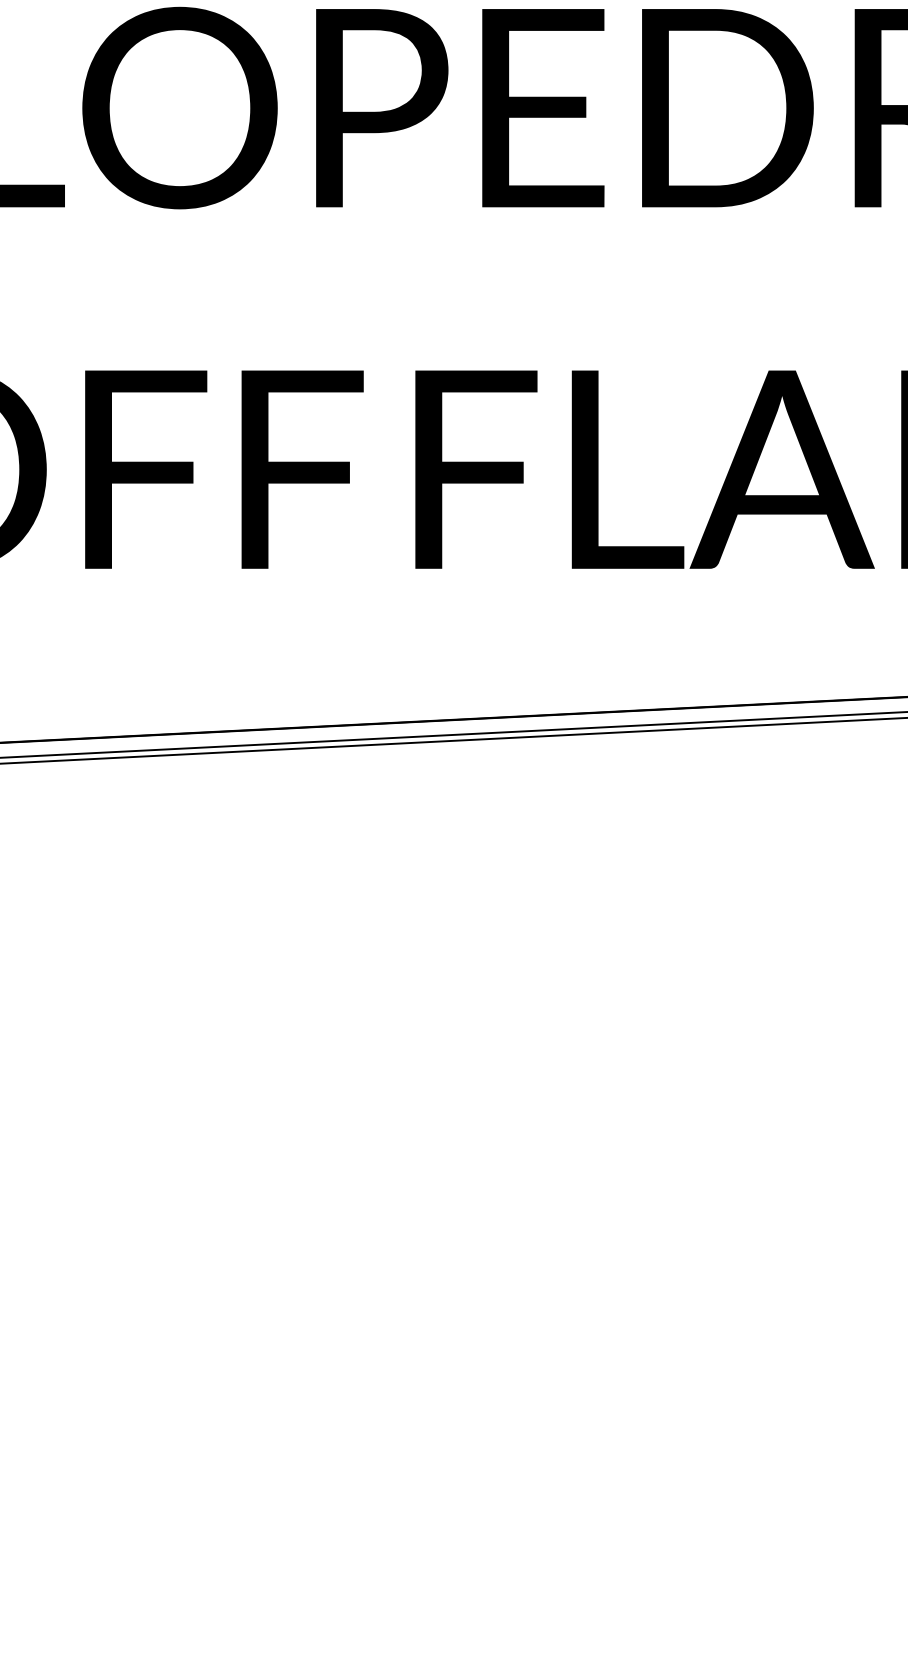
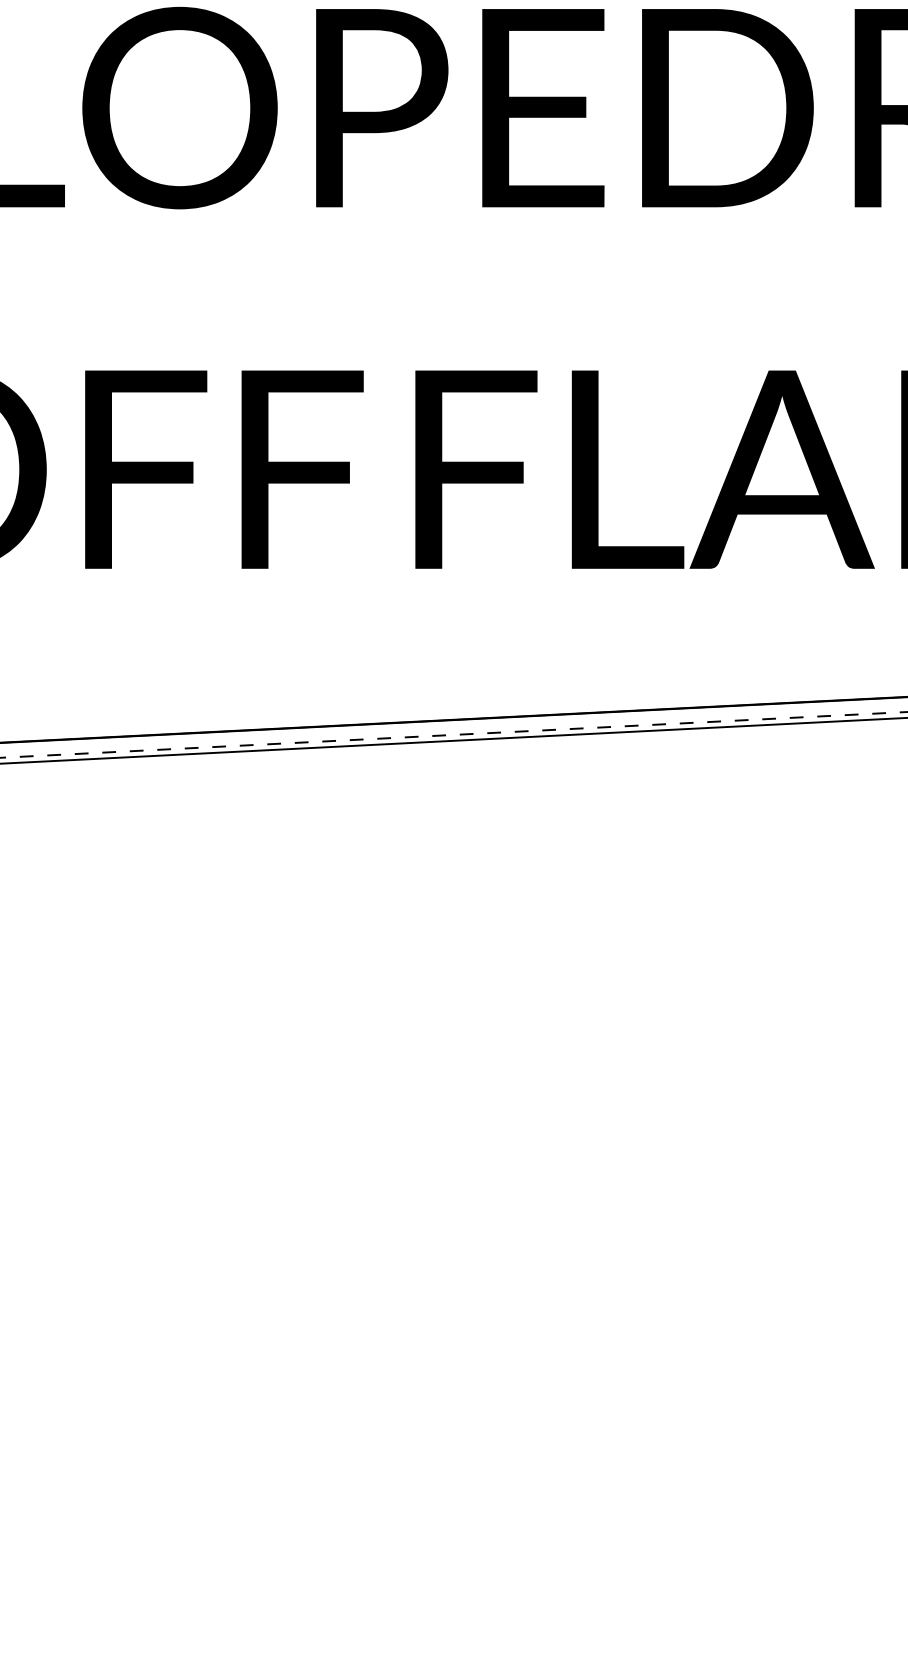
line at (453, 734): solid -> dashed
